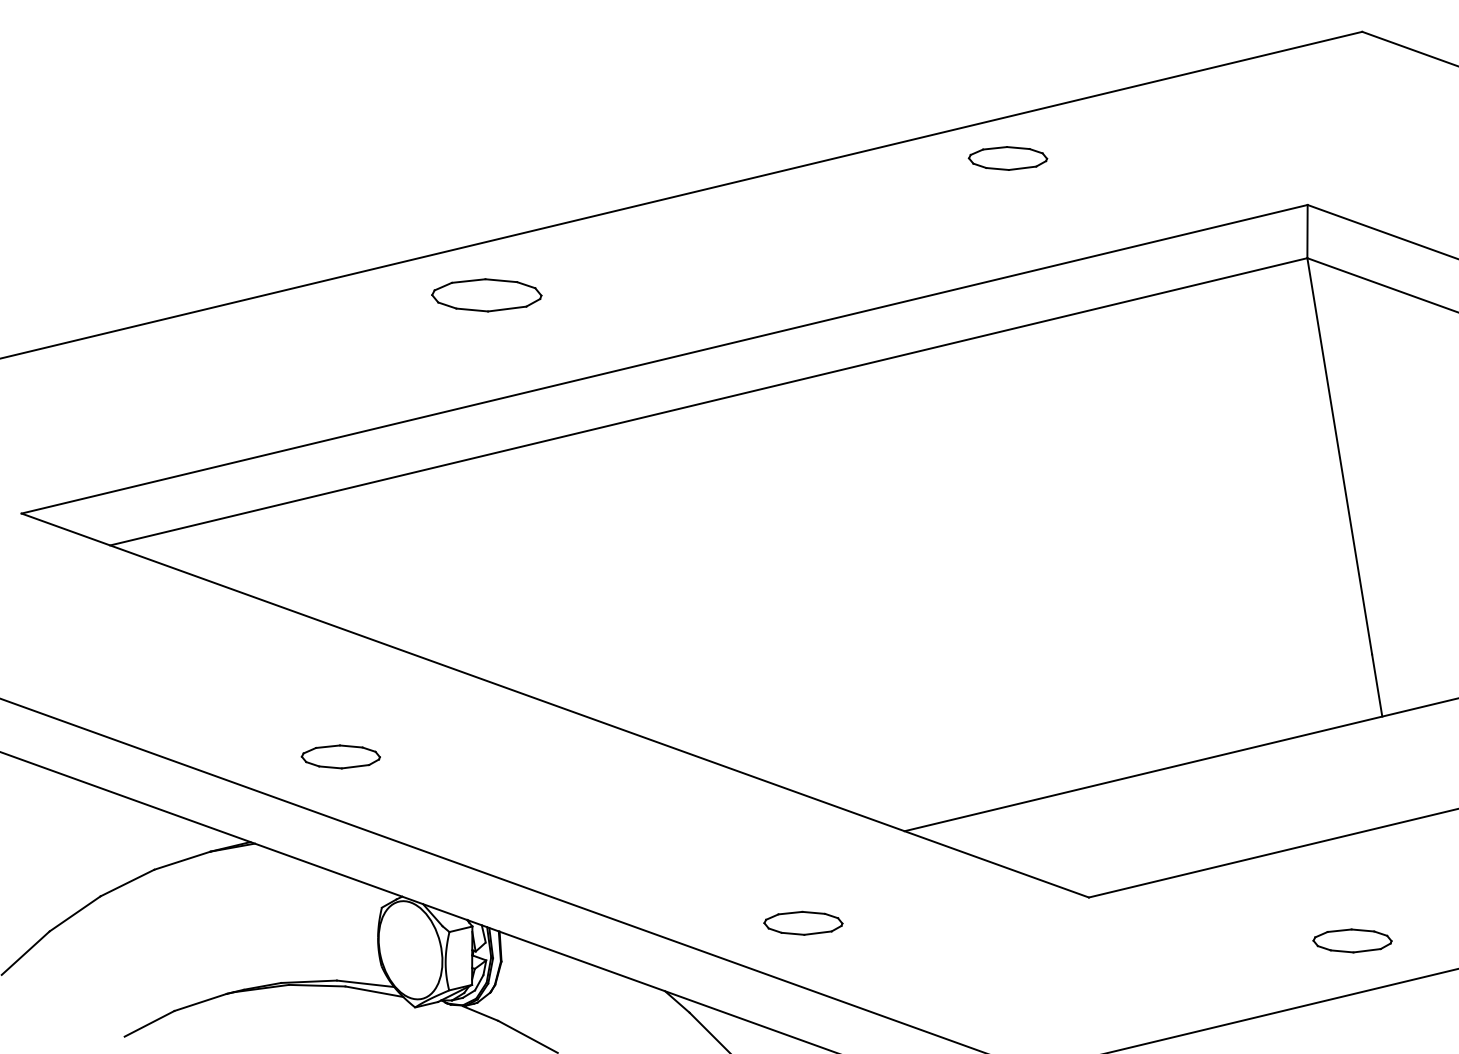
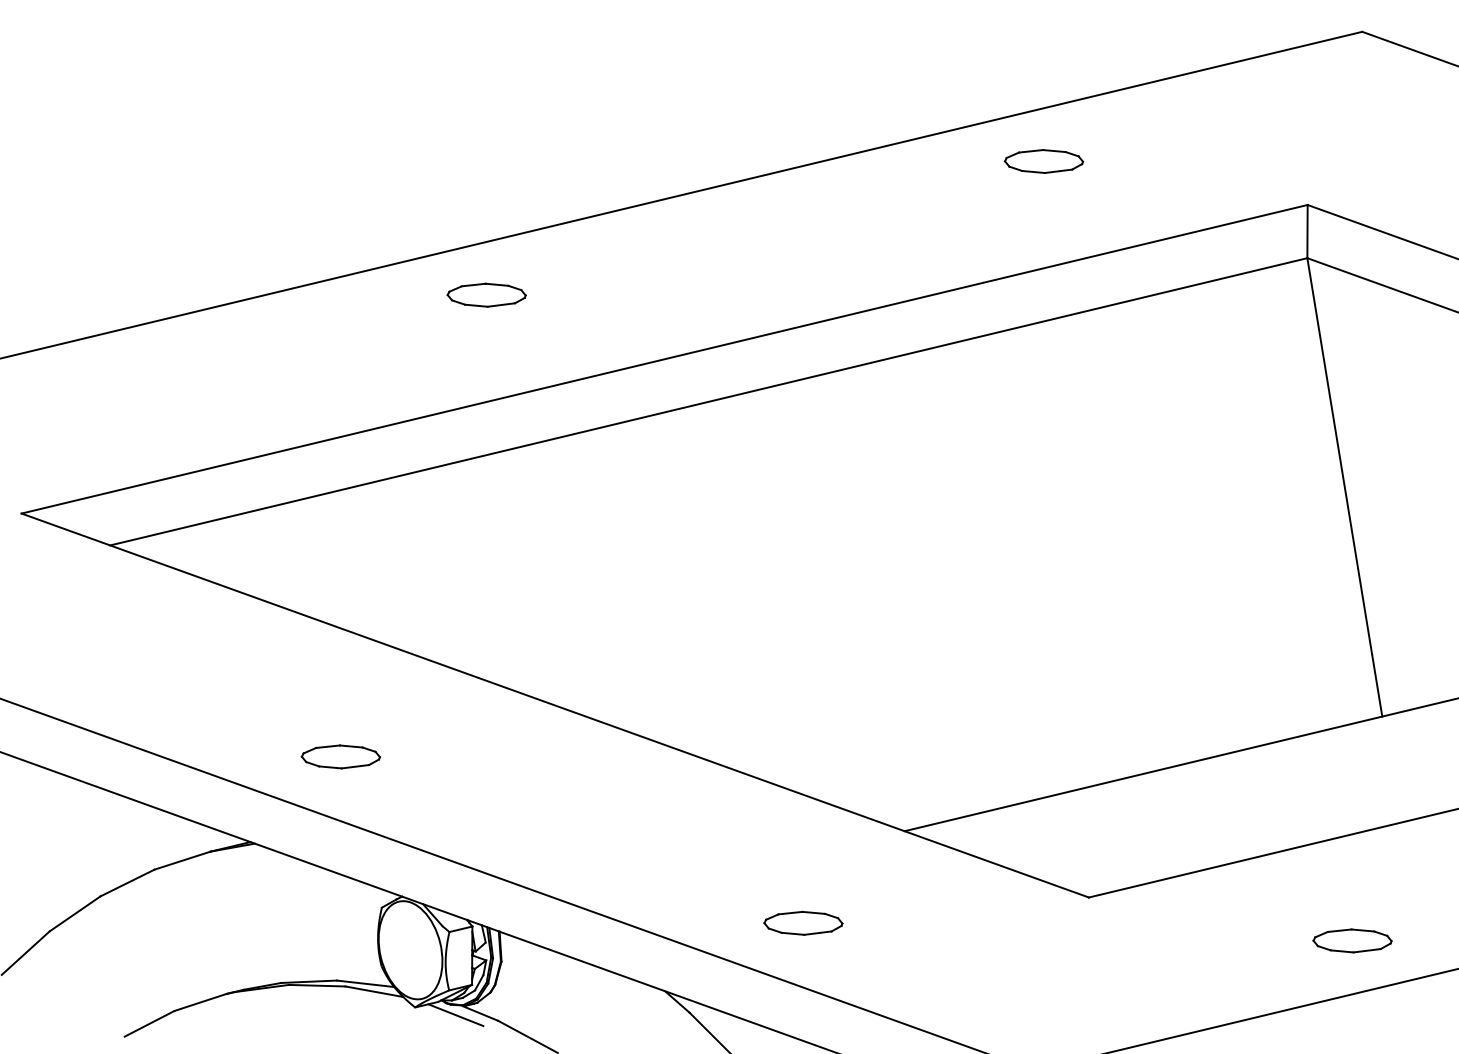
part at (1007, 158) position: (1007, 158) -> (1043, 161)
part at (486, 295) size: 112x35 px -> 81x26 px
line at (455, 1015): none -> present
